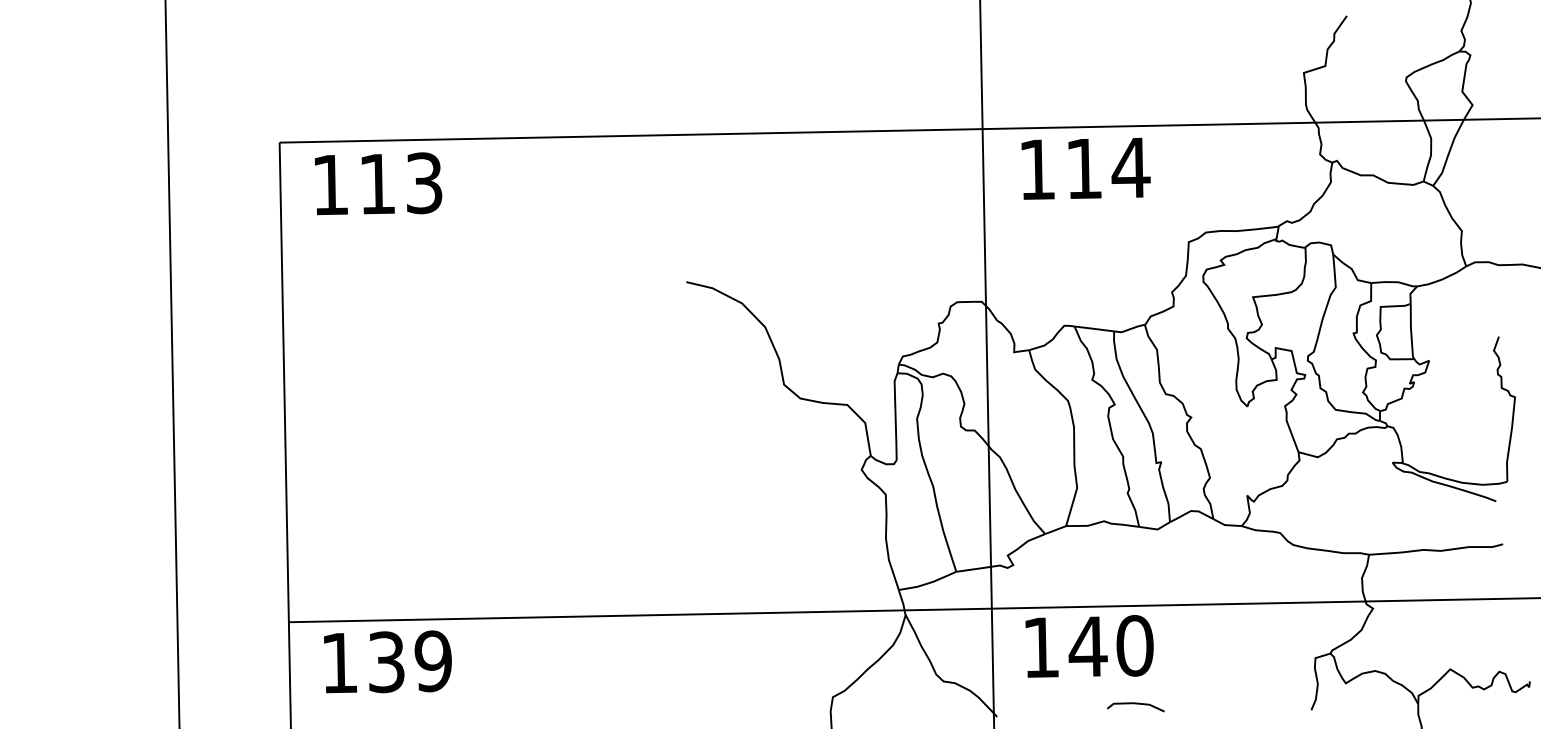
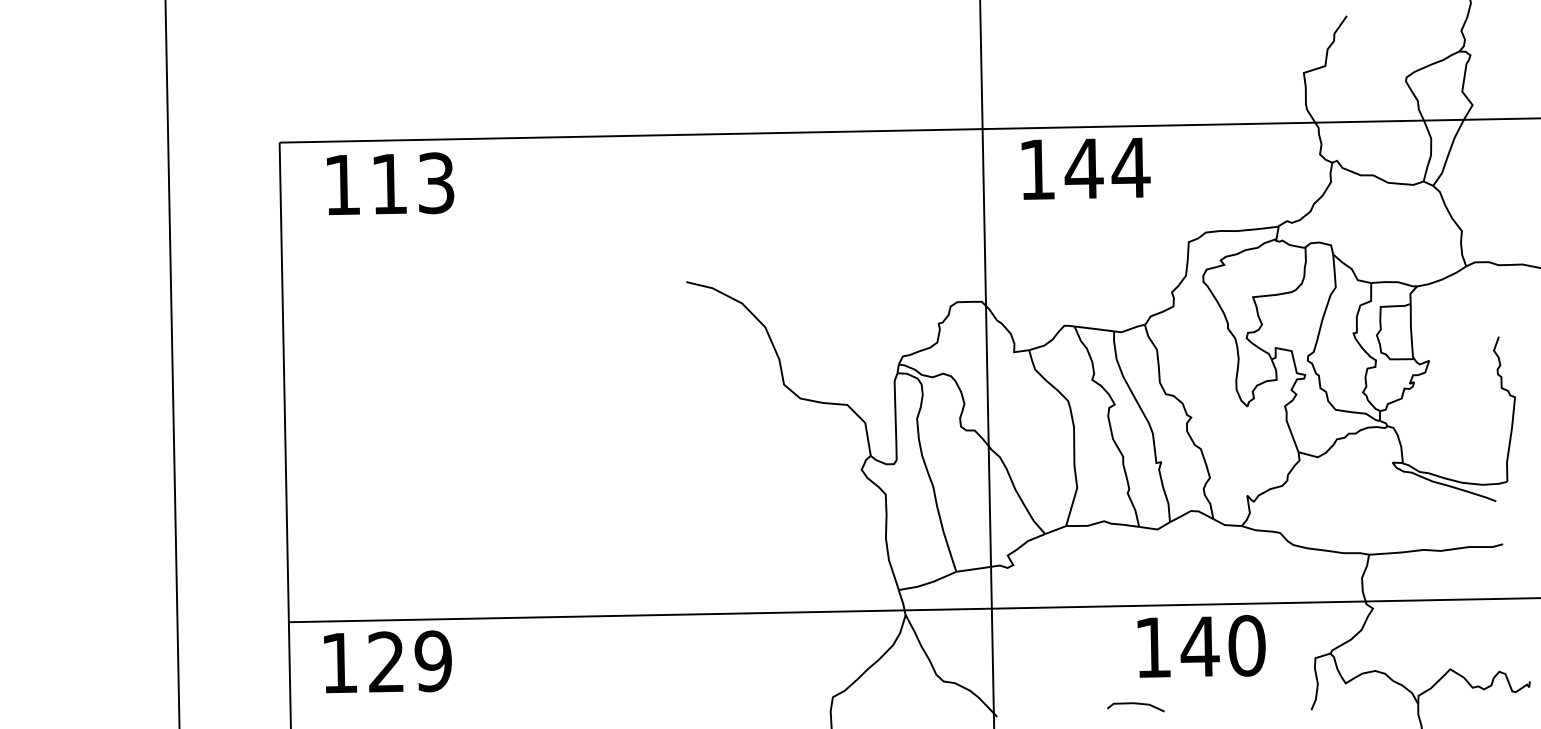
text at (1083, 168): 114 -> 144
text at (378, 183) position: (378, 183) -> (390, 183)
text at (1089, 646) position: (1089, 646) -> (1201, 646)
text at (386, 662): 139 -> 129
